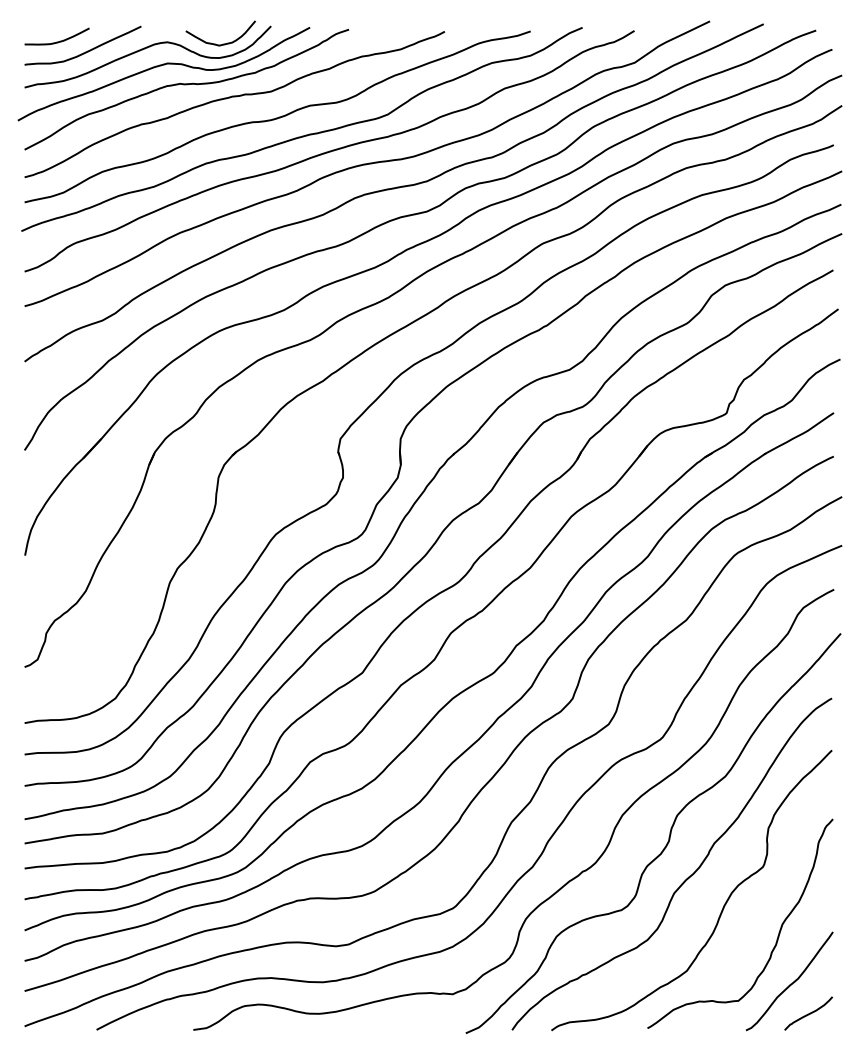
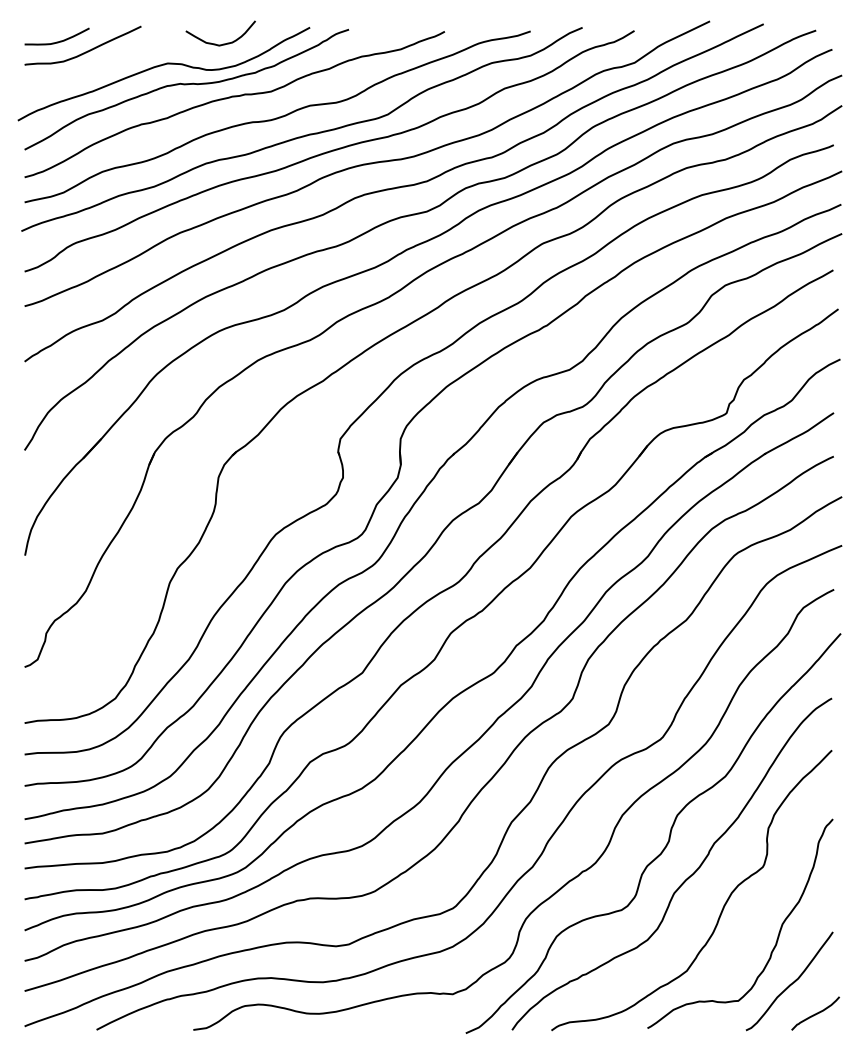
curve at (145, 49): present -> none
curve at (808, 1013) position: (808, 1013) -> (815, 1013)
